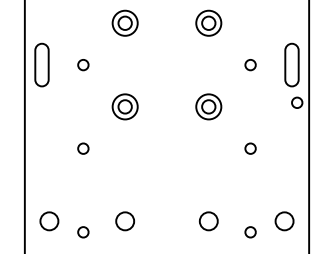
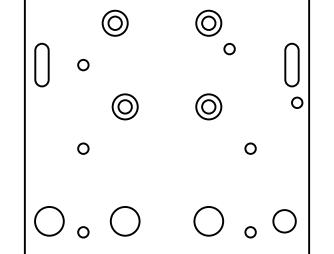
part at (124, 22) position: (124, 22) -> (114, 22)
circle at (250, 65) position: (250, 65) -> (229, 49)
circle at (49, 221) diameter: 18 px -> 29 px
circle at (125, 221) diameter: 18 px -> 29 px
circle at (208, 221) diameter: 18 px -> 29 px
circle at (284, 221) size: 21x21 px -> 25x25 px
